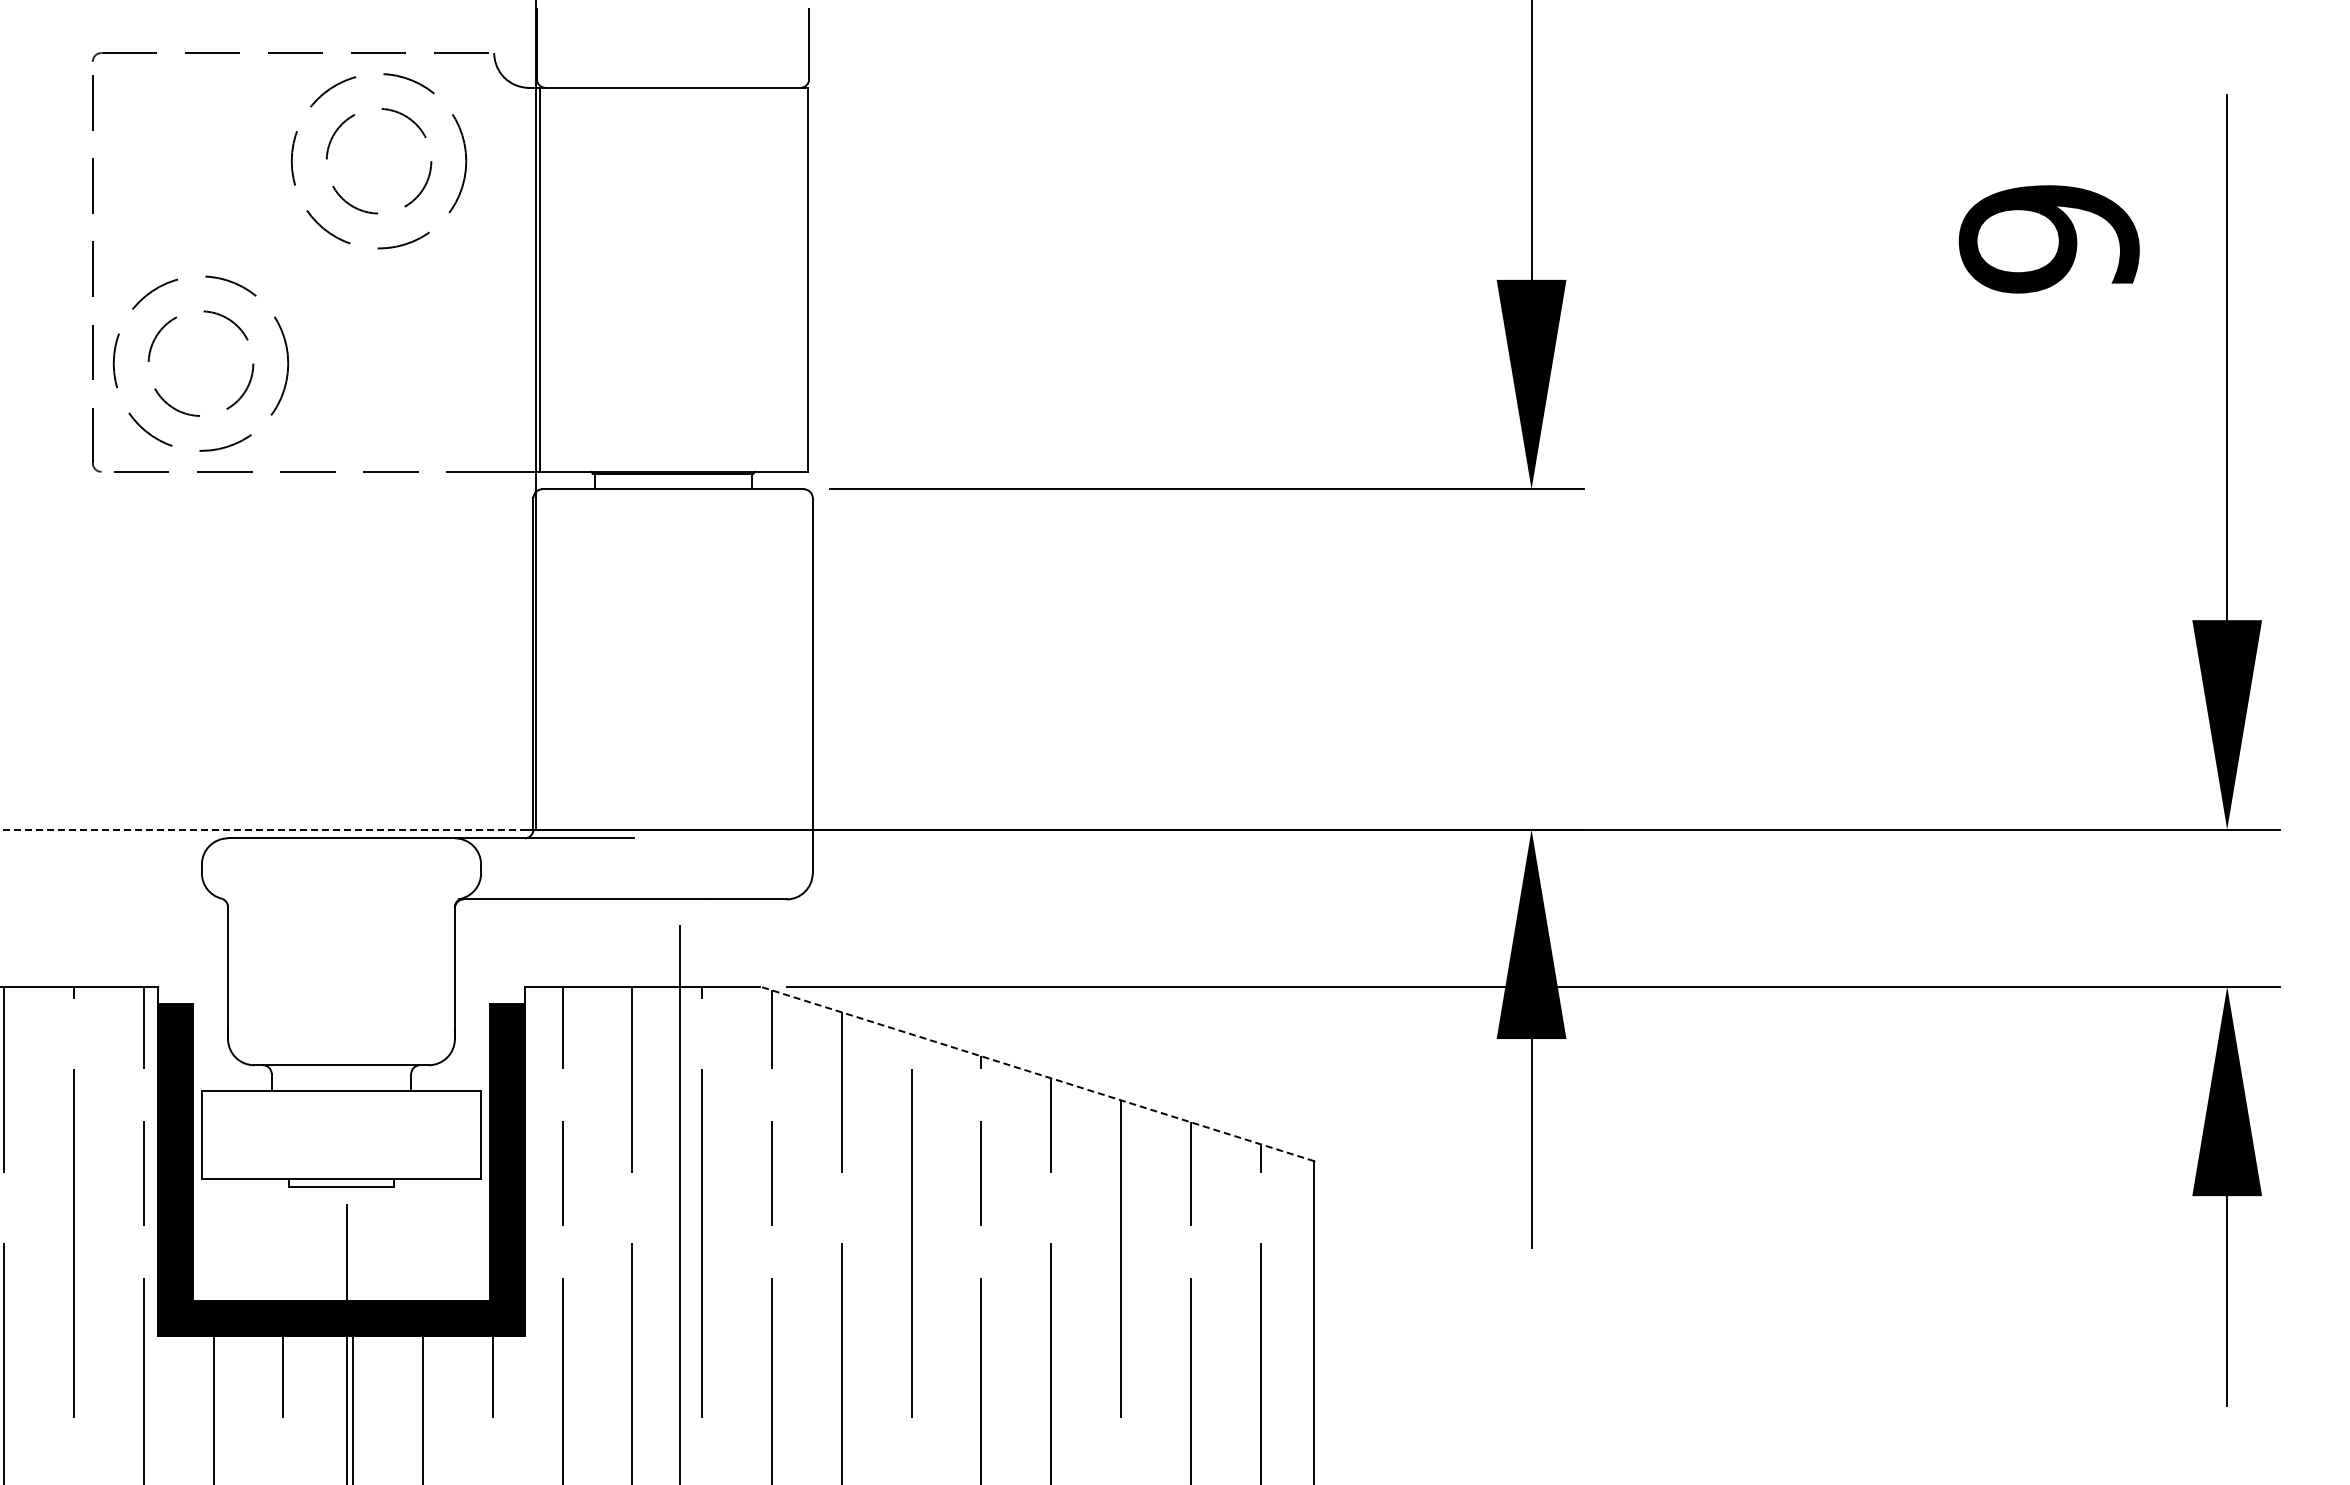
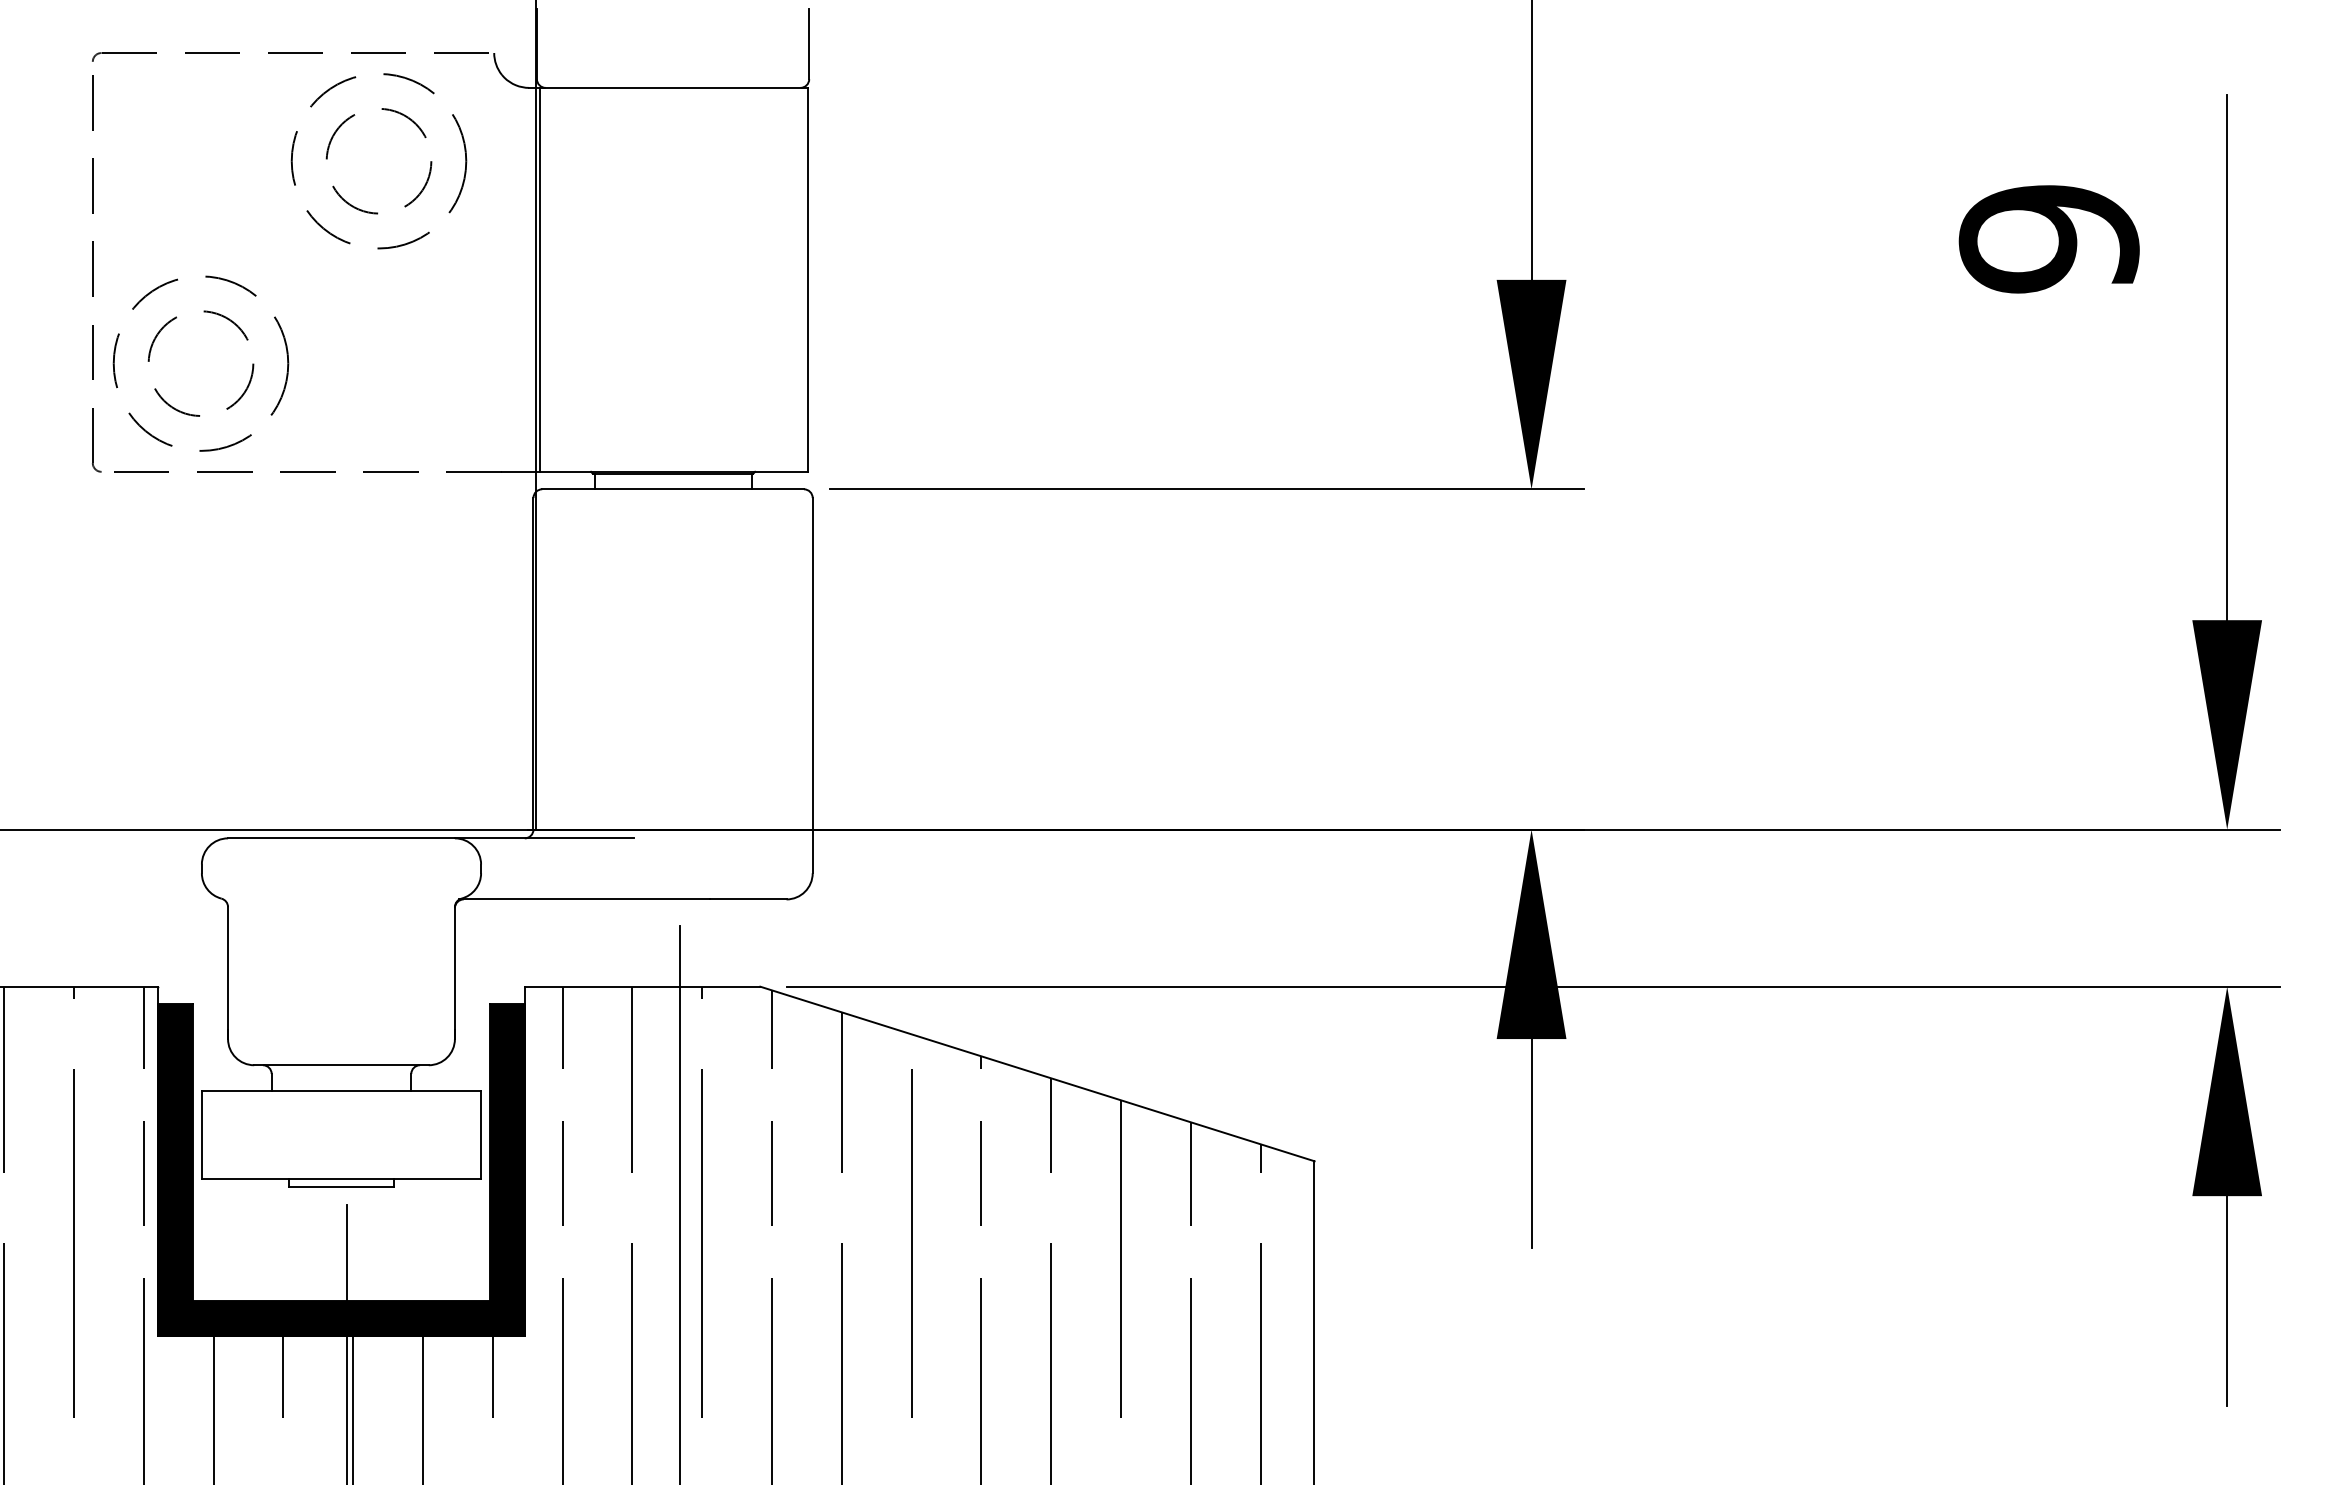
line at (268, 829): dashed -> solid
line at (1036, 1073): dashed -> solid
